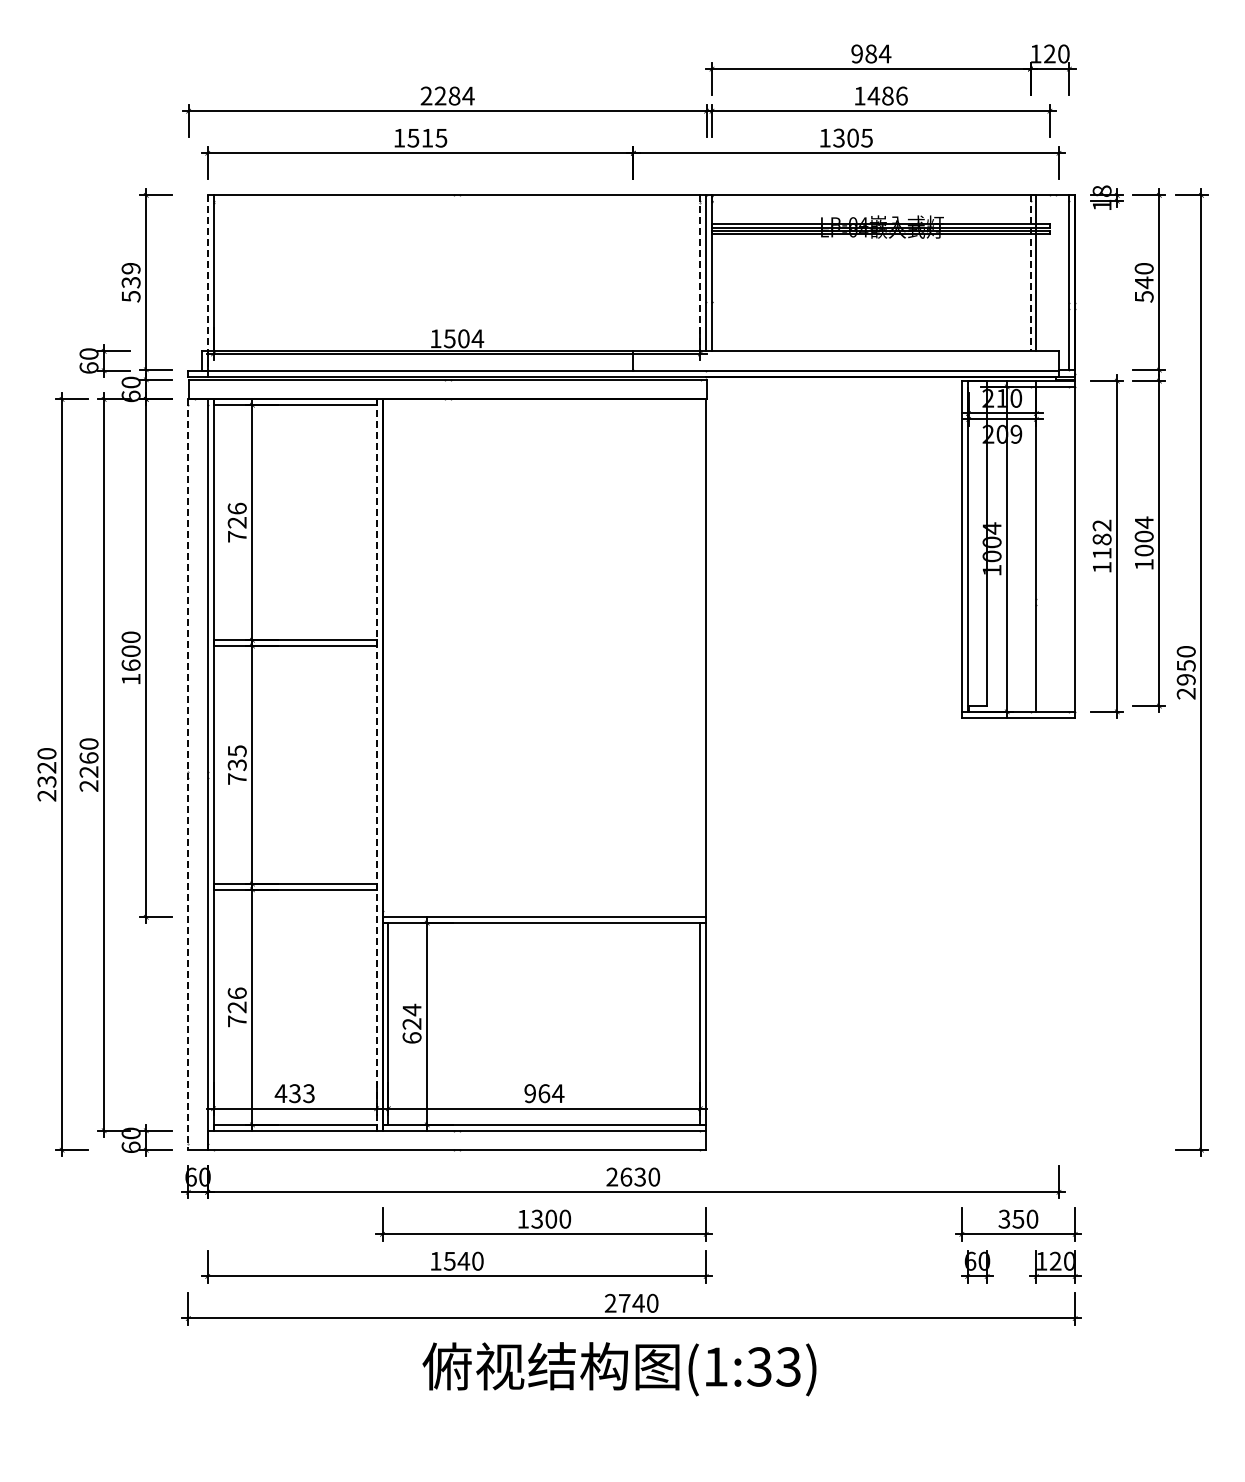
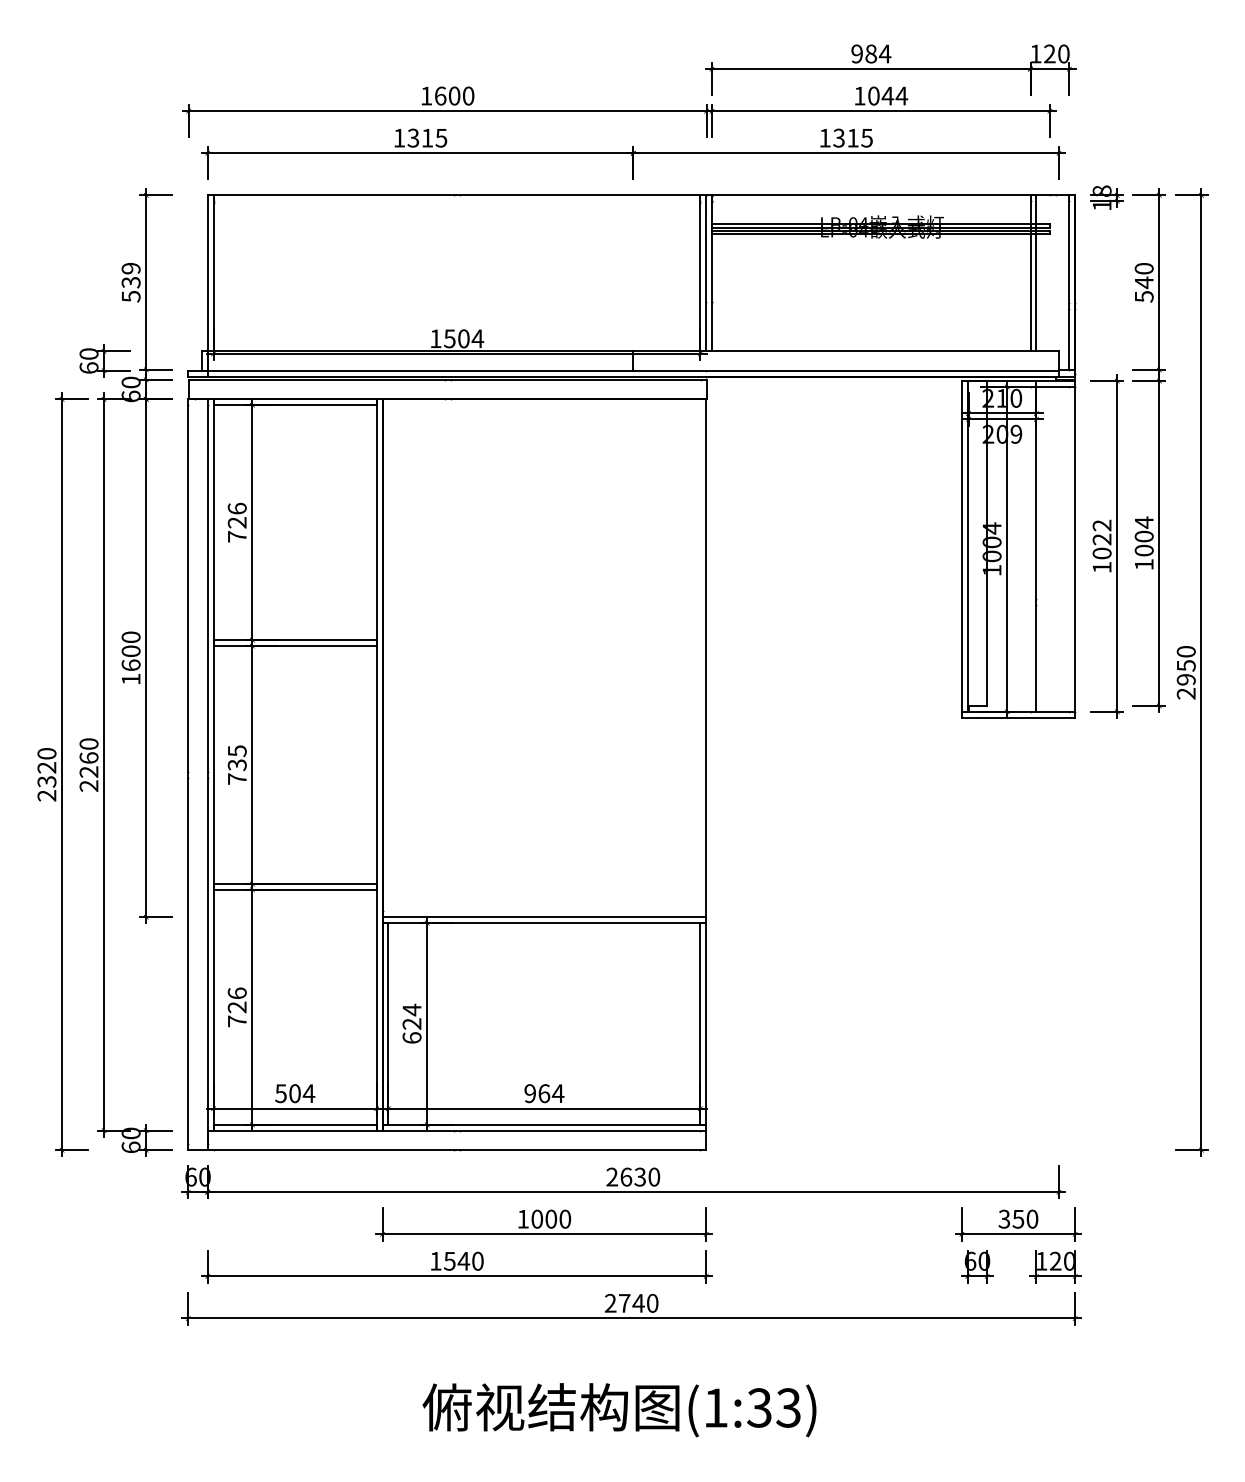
text at (447, 95): 2284 -> 1600
text at (887, 95): 1486 -> 1044
text at (413, 137): 1515 -> 1315
text at (852, 137): 1305 -> 1315
line at (700, 273): dashed -> solid
line at (1030, 273): dashed -> solid
line at (207, 283): dashed -> solid
text at (1101, 546): 1182 -> 1022
line at (376, 765): dashed -> solid
line at (188, 775): dashed -> solid
text at (294, 1093): 433 -> 504
text at (537, 1218): 1300 -> 1000
text at (619, 1369) position: (619, 1369) -> (619, 1410)
